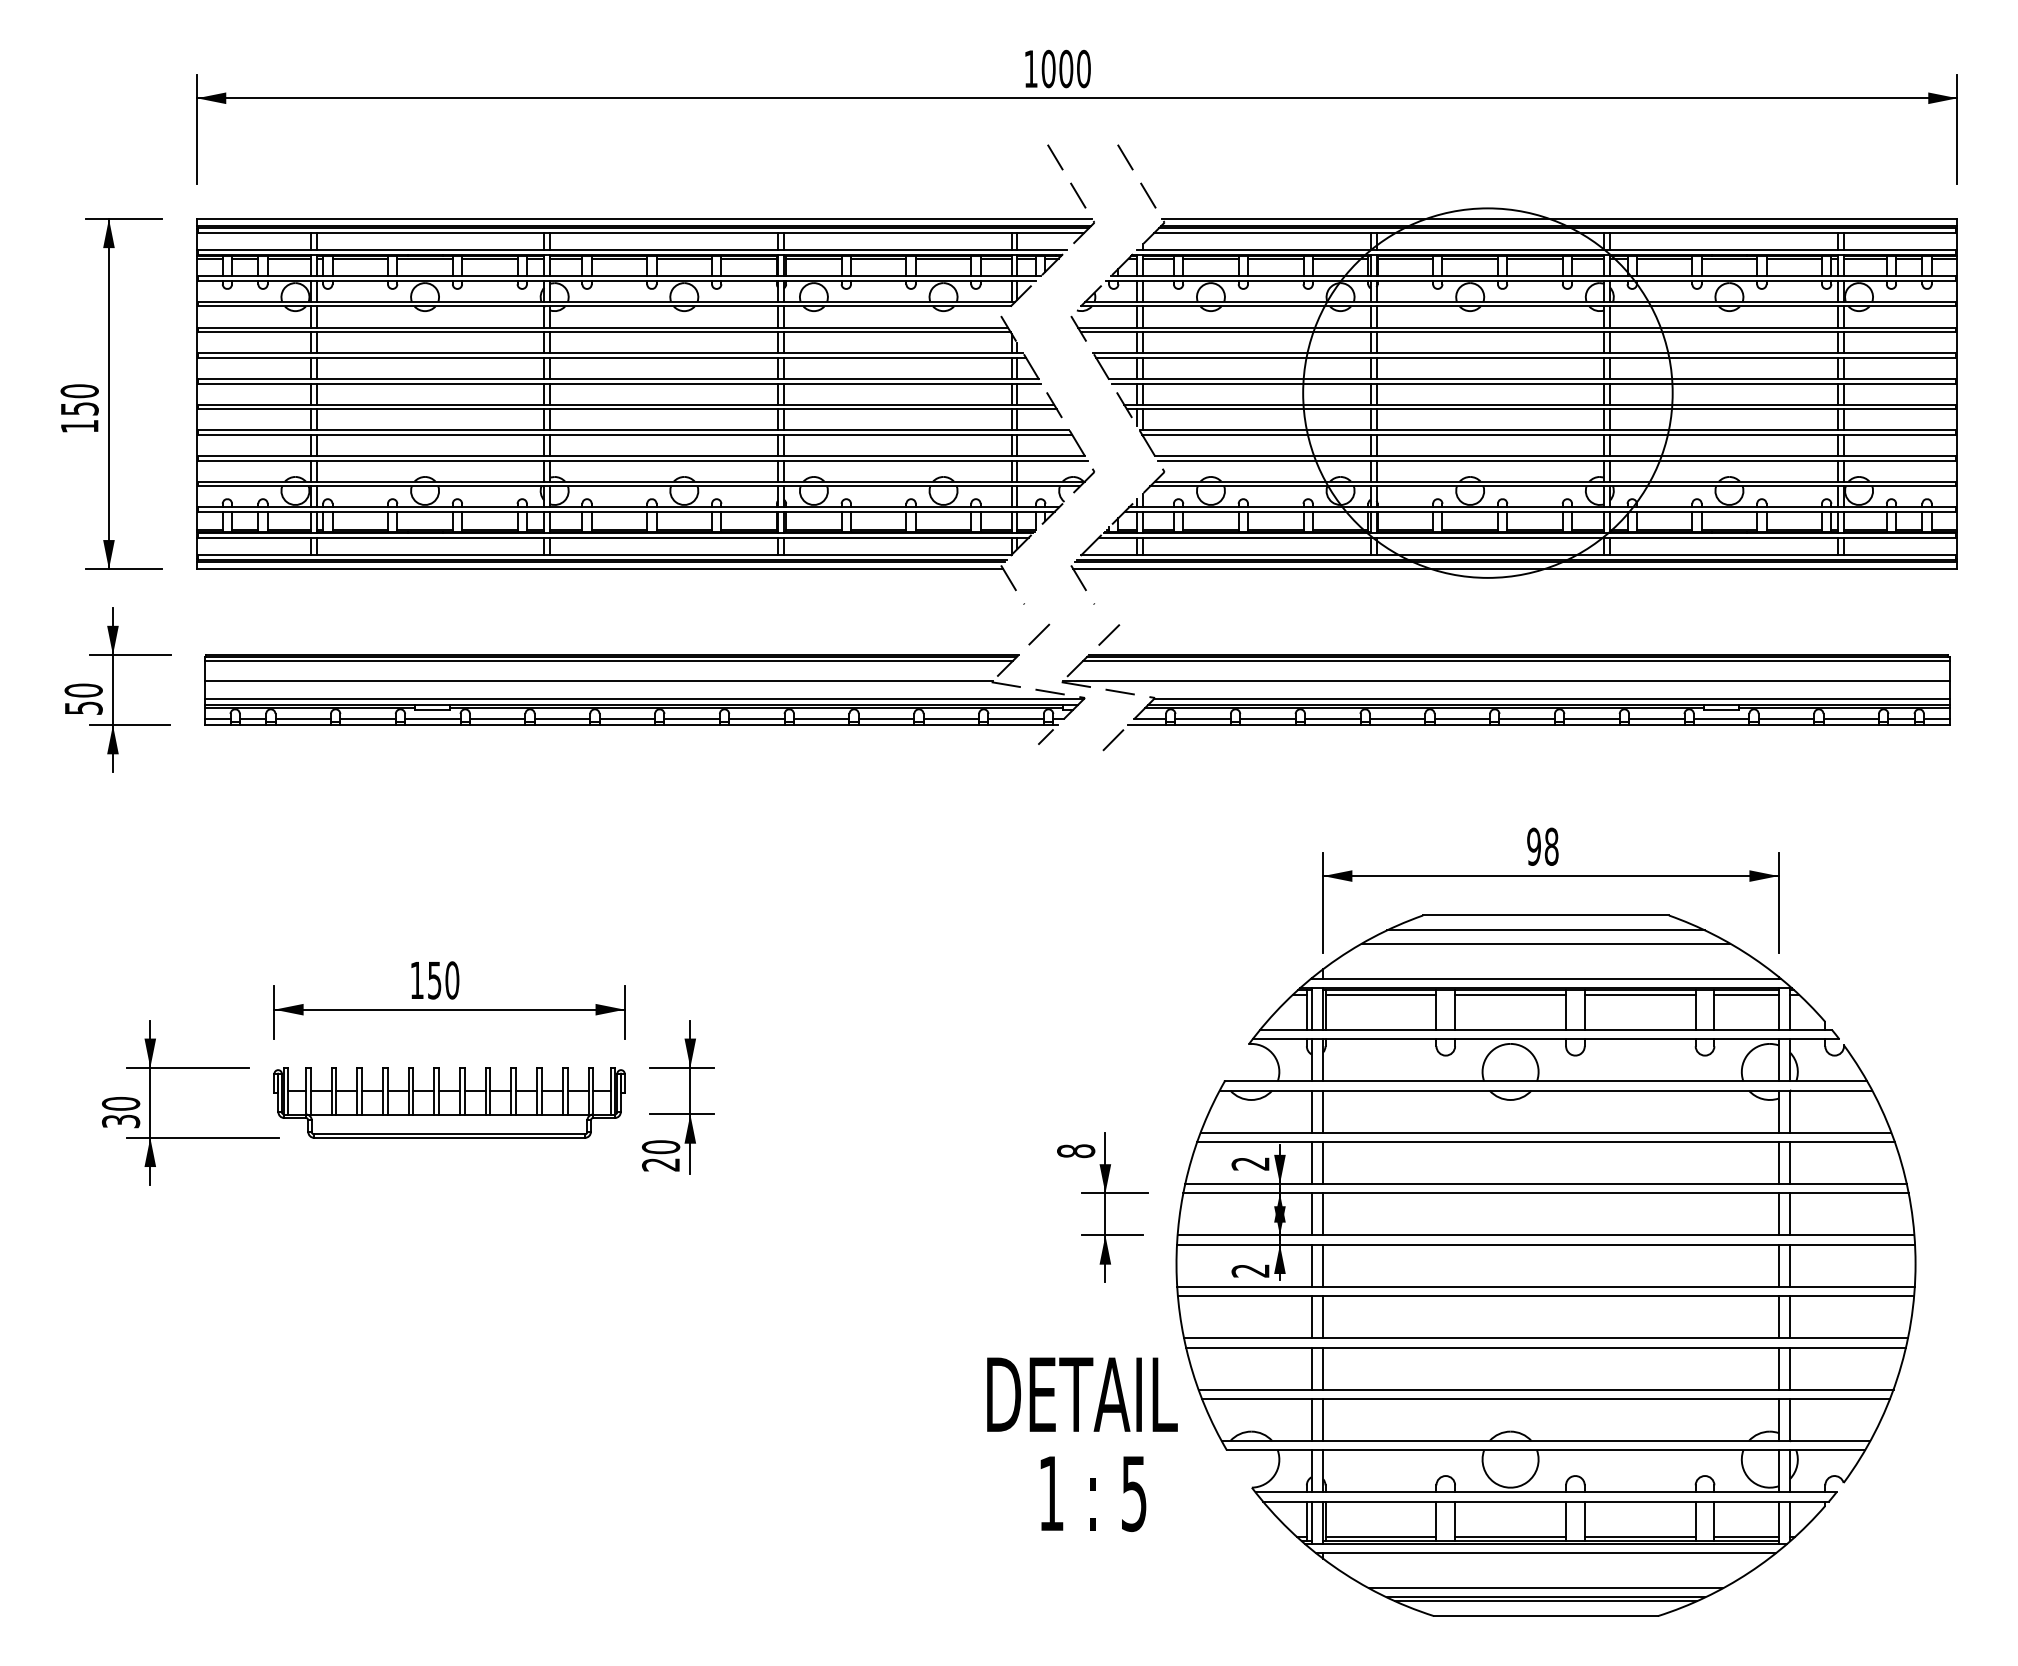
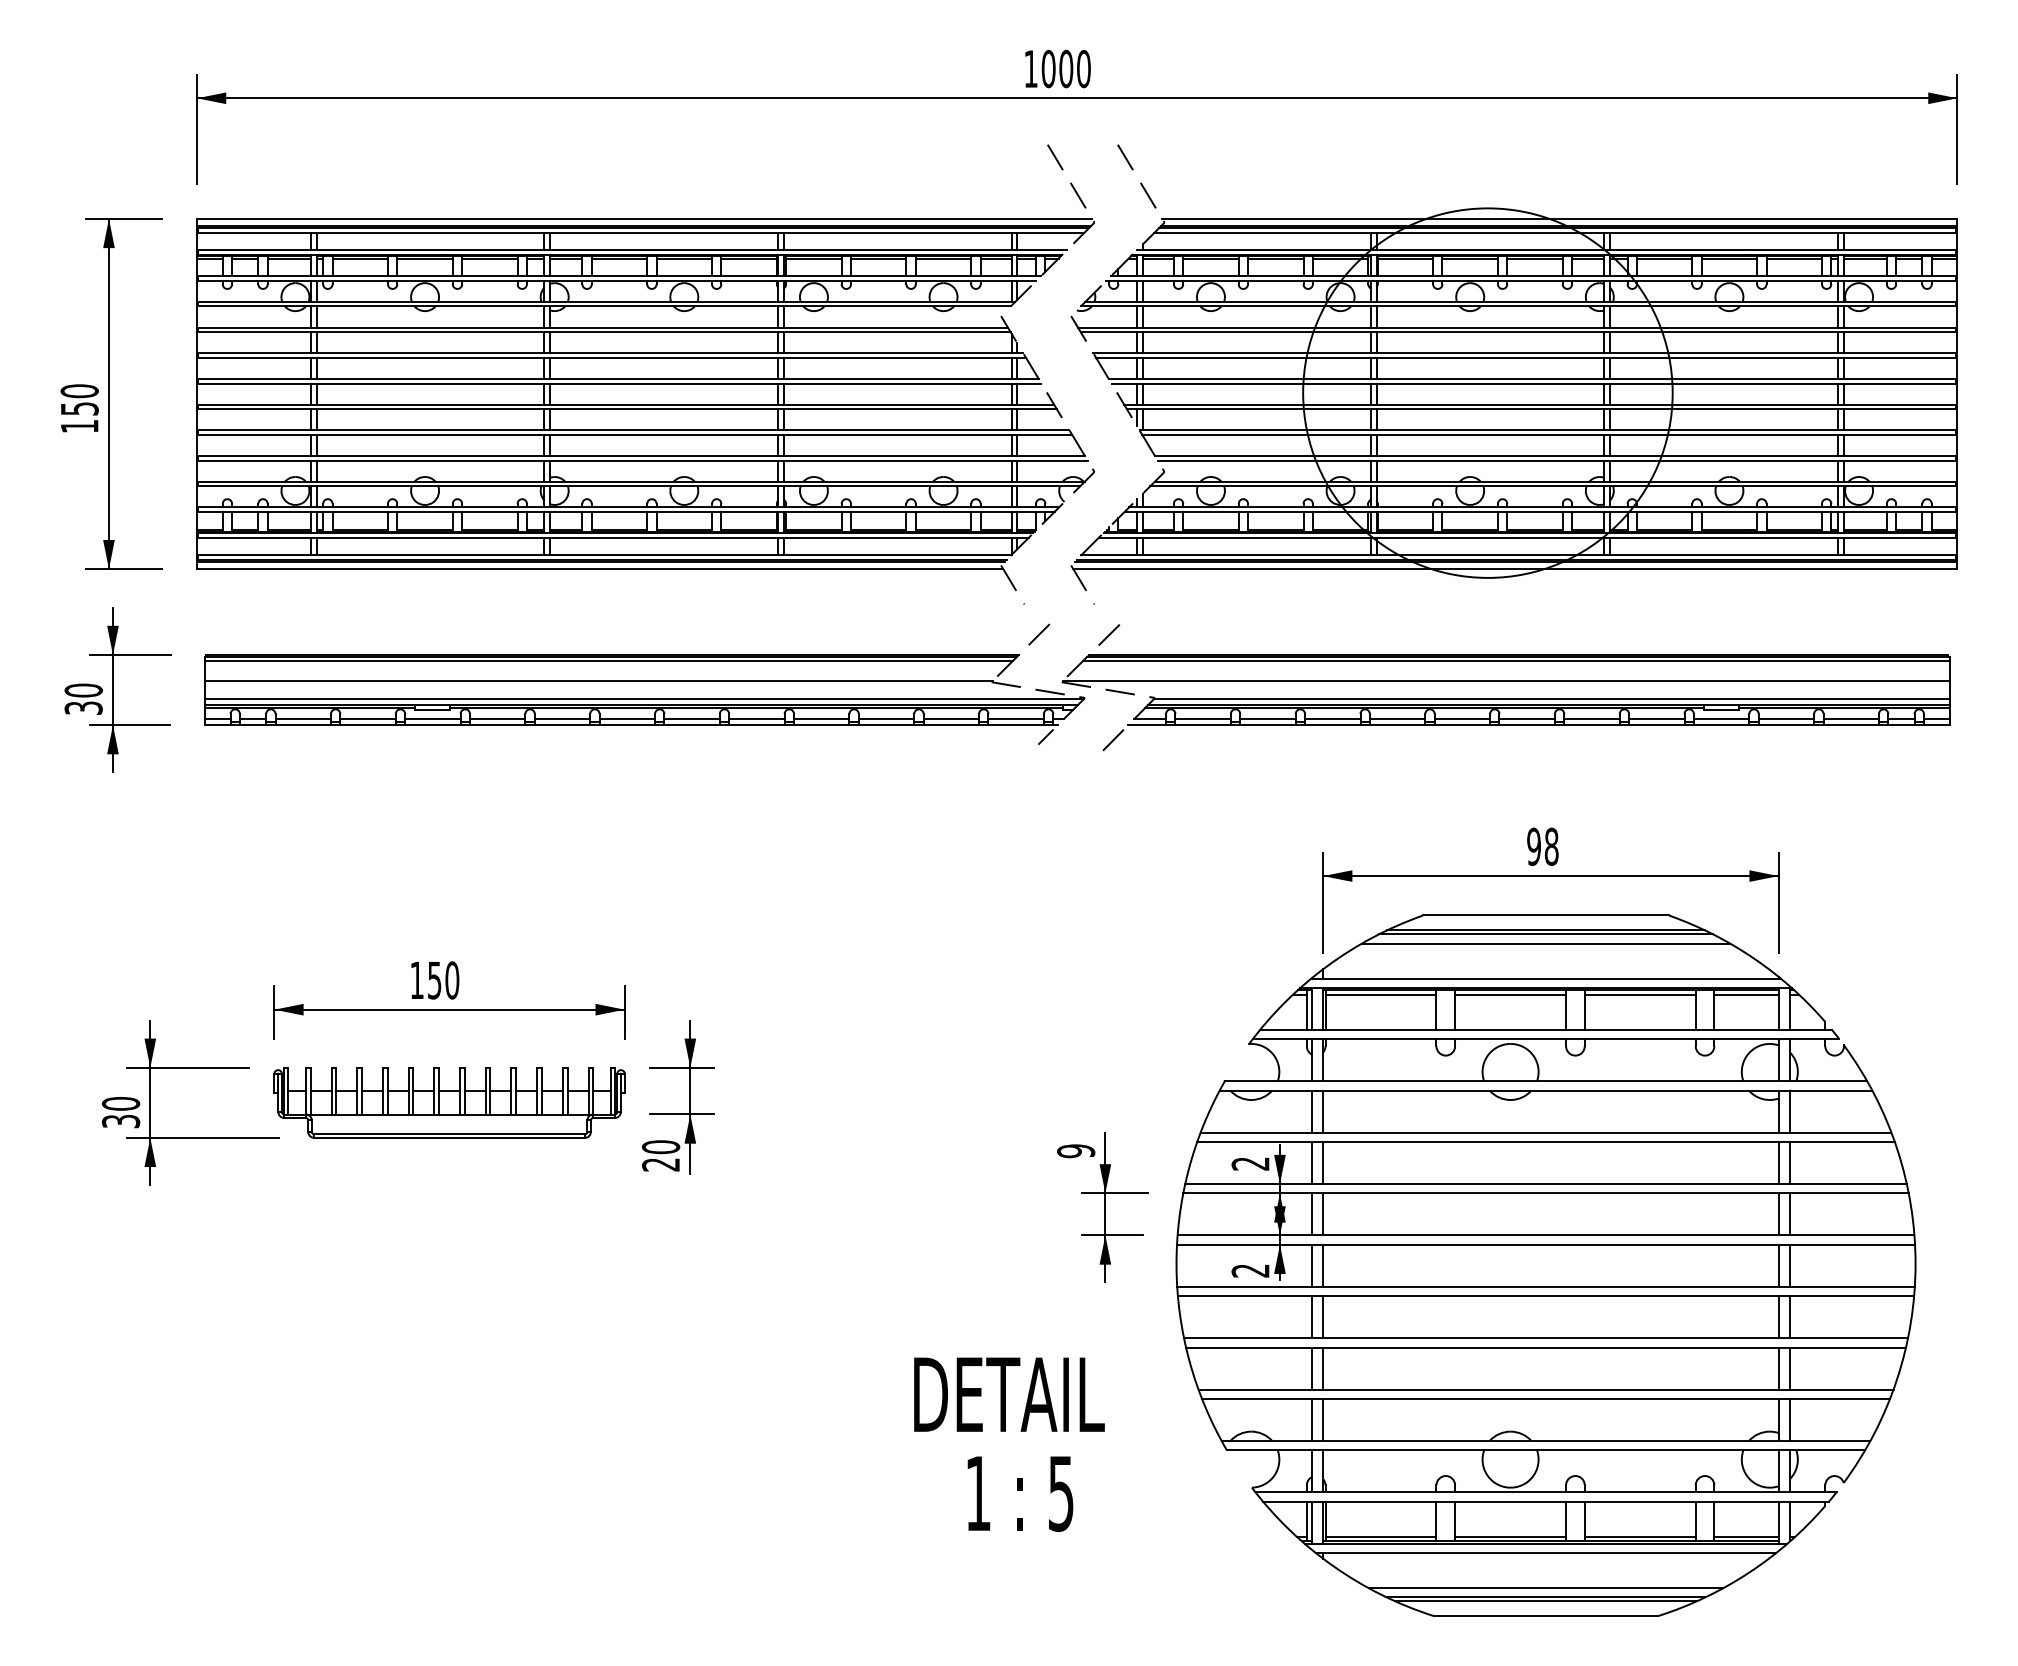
text at (83, 707): 50 -> 30
line at (1545, 934): none -> present
text at (1076, 1151): 8 -> 9
text at (1082, 1444) position: (1082, 1444) -> (1009, 1444)
